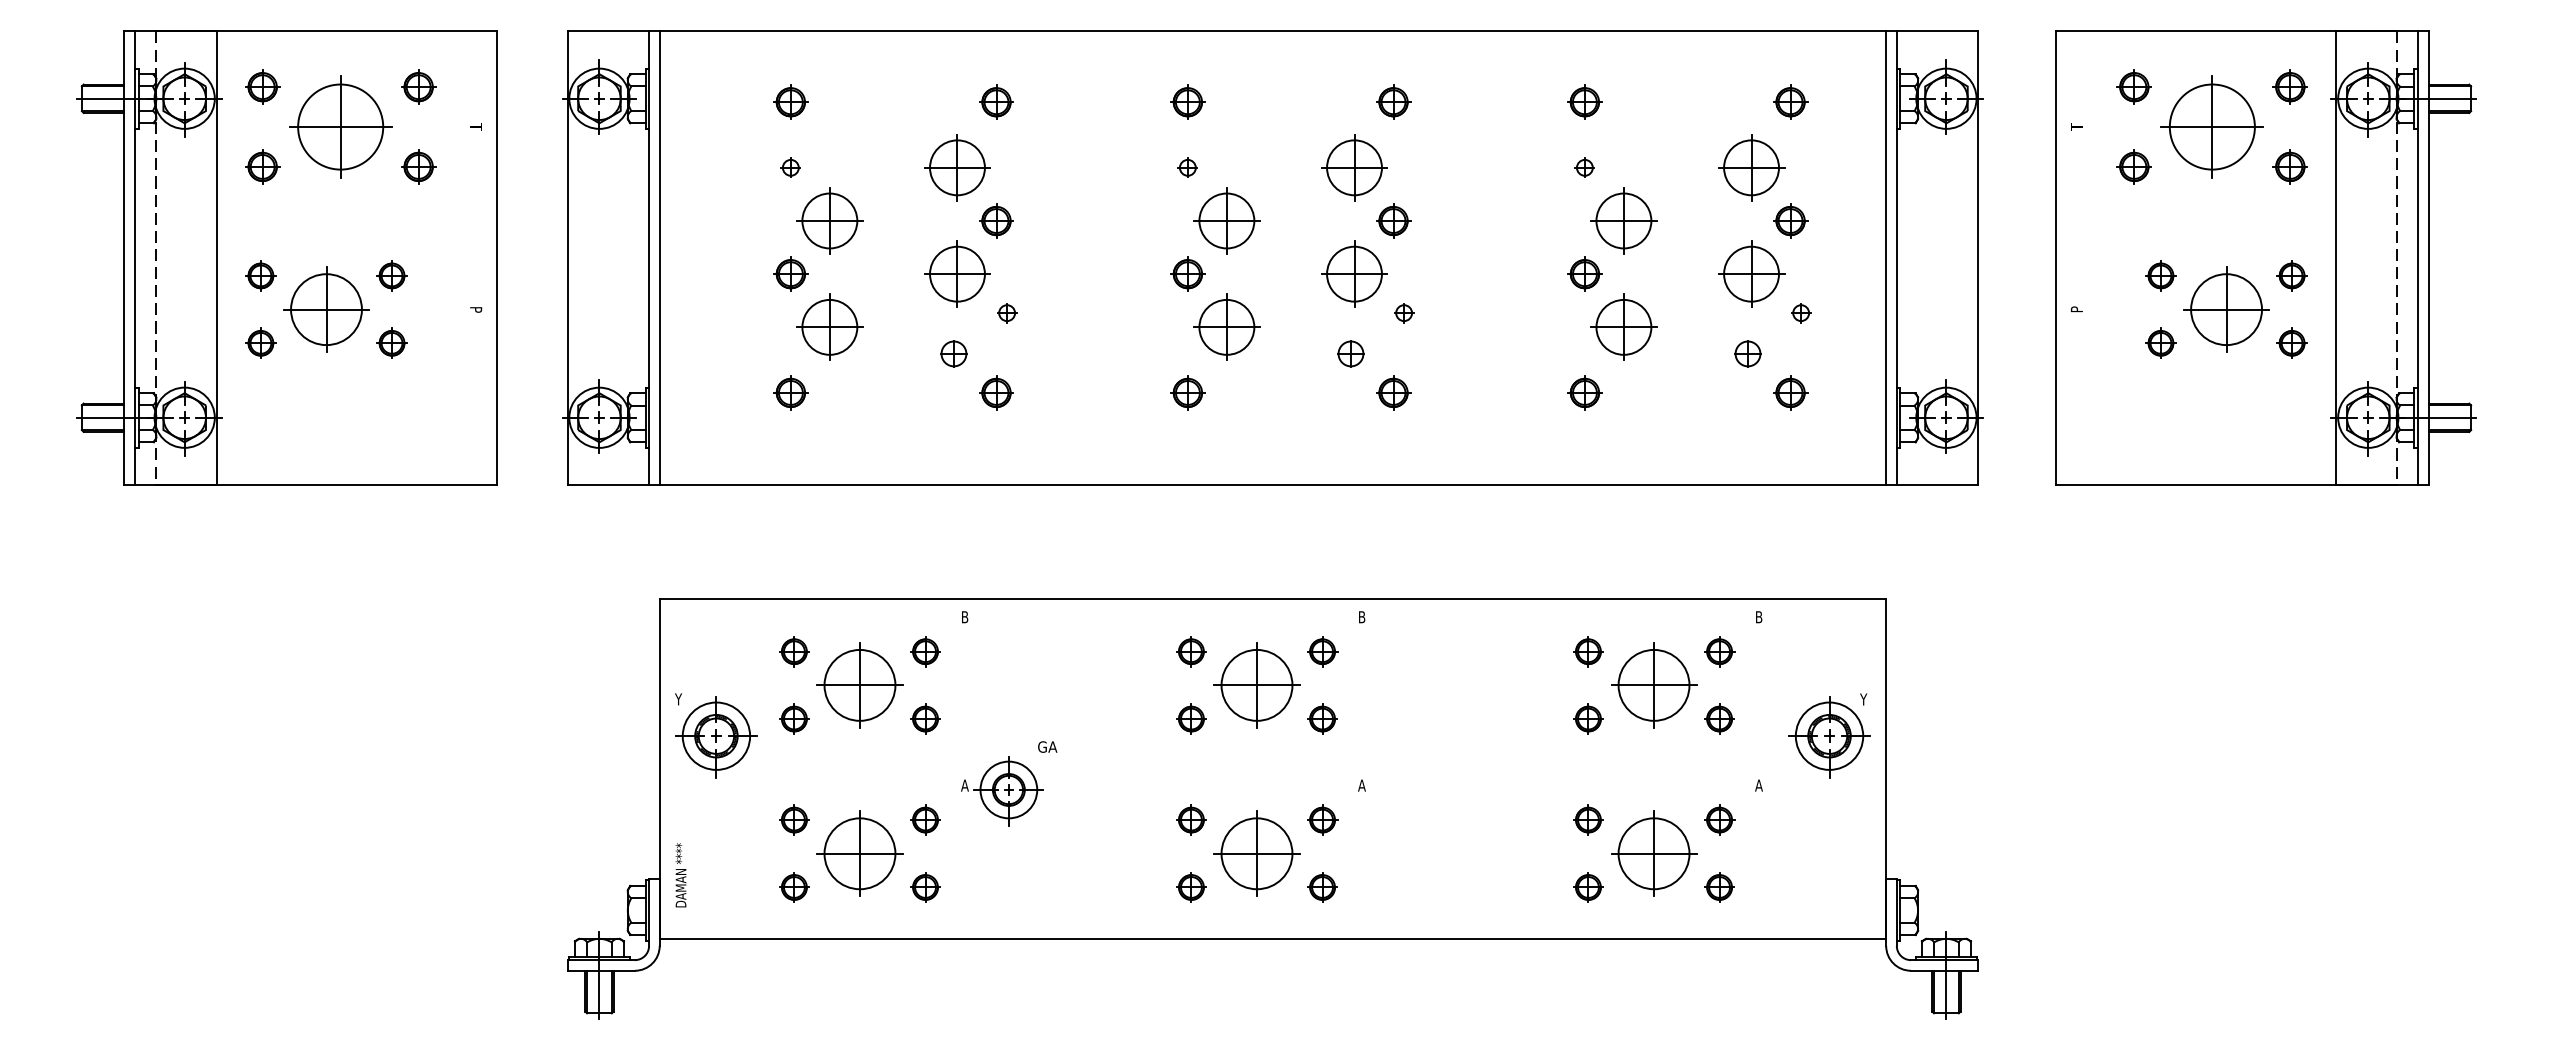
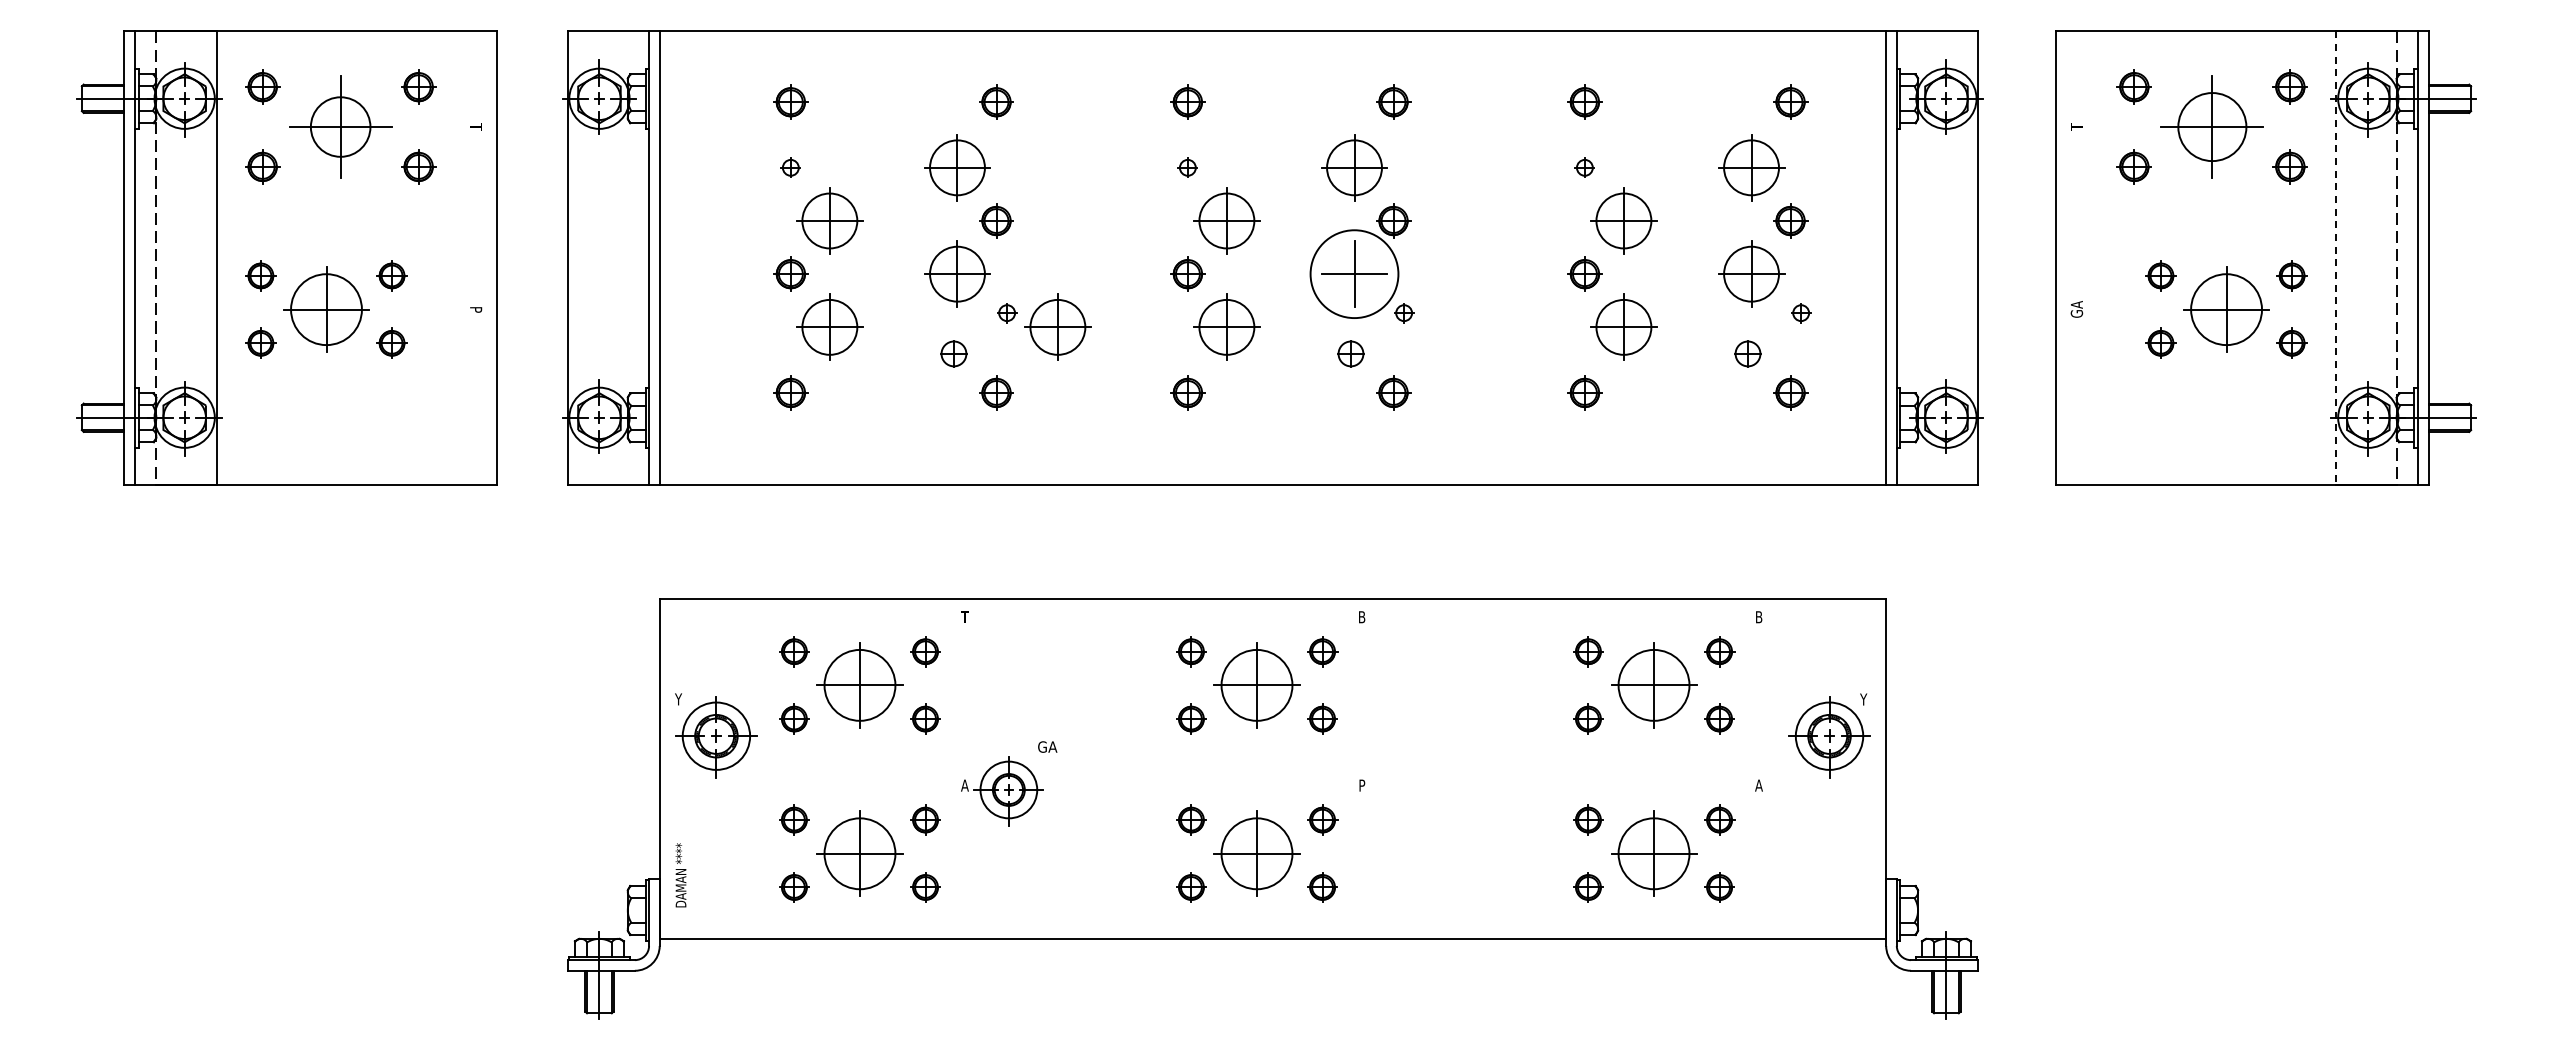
circle at (340, 126) diameter: 85 px -> 60 px
circle at (2211, 126) diameter: 85 px -> 68 px
line at (2336, 258): solid -> dashed
circle at (1354, 273) diameter: 55 px -> 88 px
text at (2076, 309): P -> GA
part at (1057, 326): none -> present
text at (964, 617): B -> T
text at (1361, 785): A -> P
